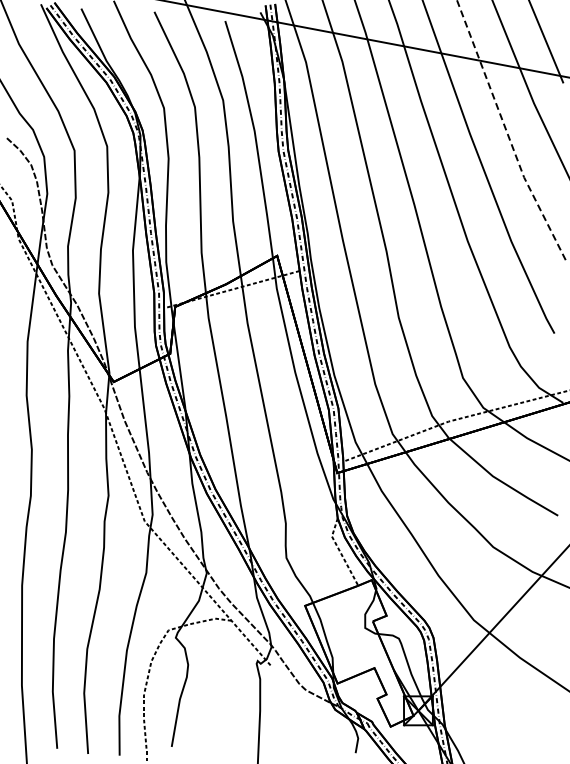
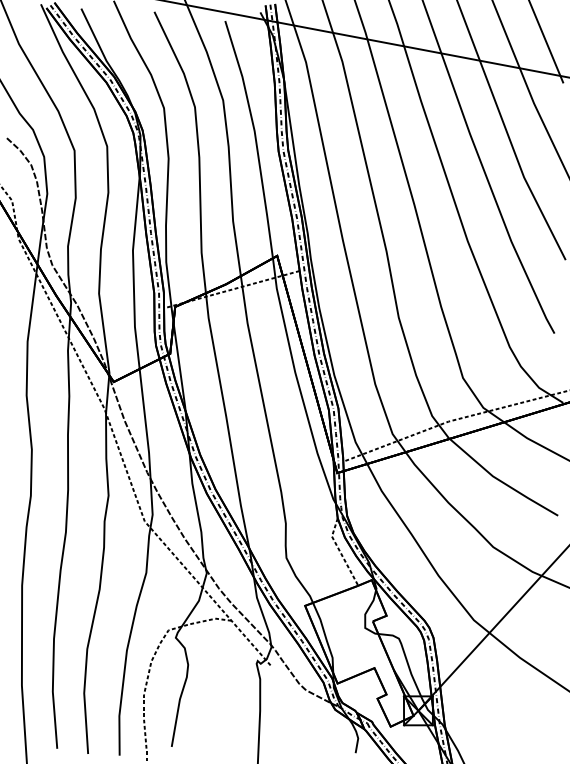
line at (507, 132): dashed -> solid
